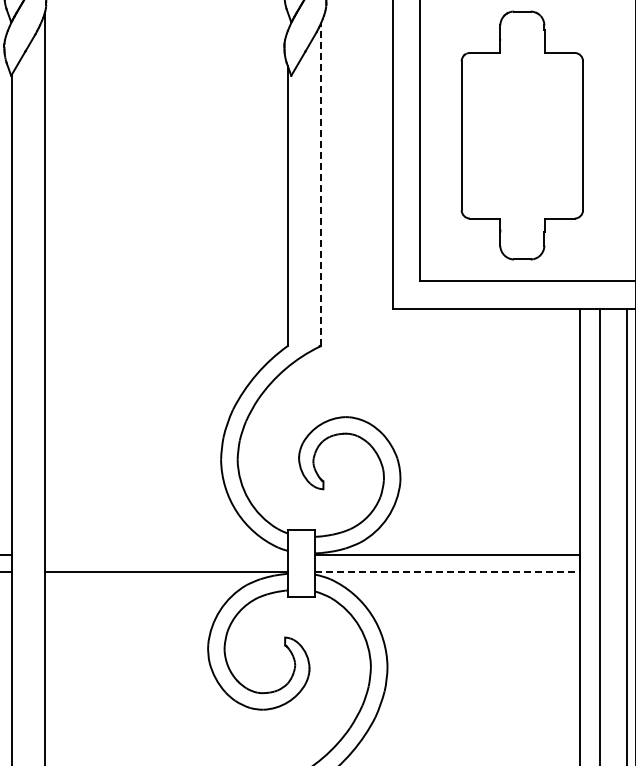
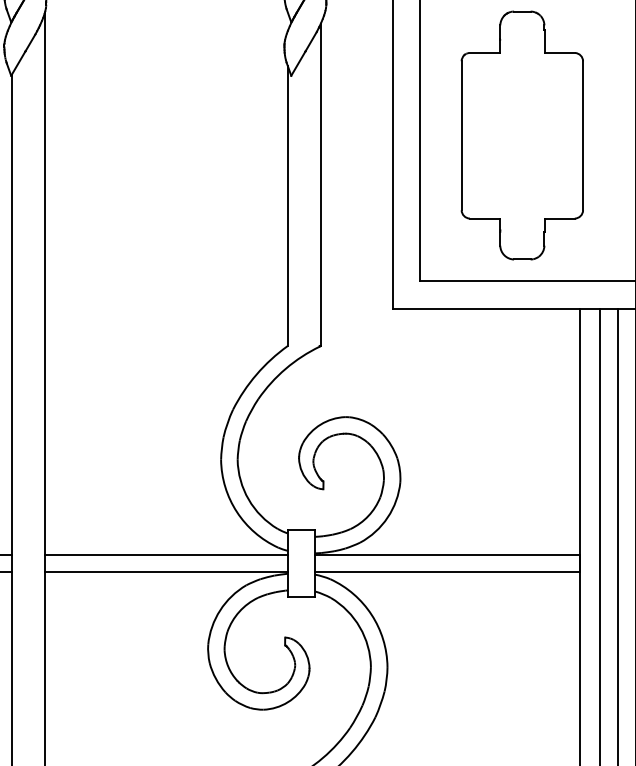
line at (320, 184): dashed -> solid
line at (627, 535) position: (627, 535) -> (618, 535)
line at (165, 555): none -> present
line at (447, 571): dashed -> solid
